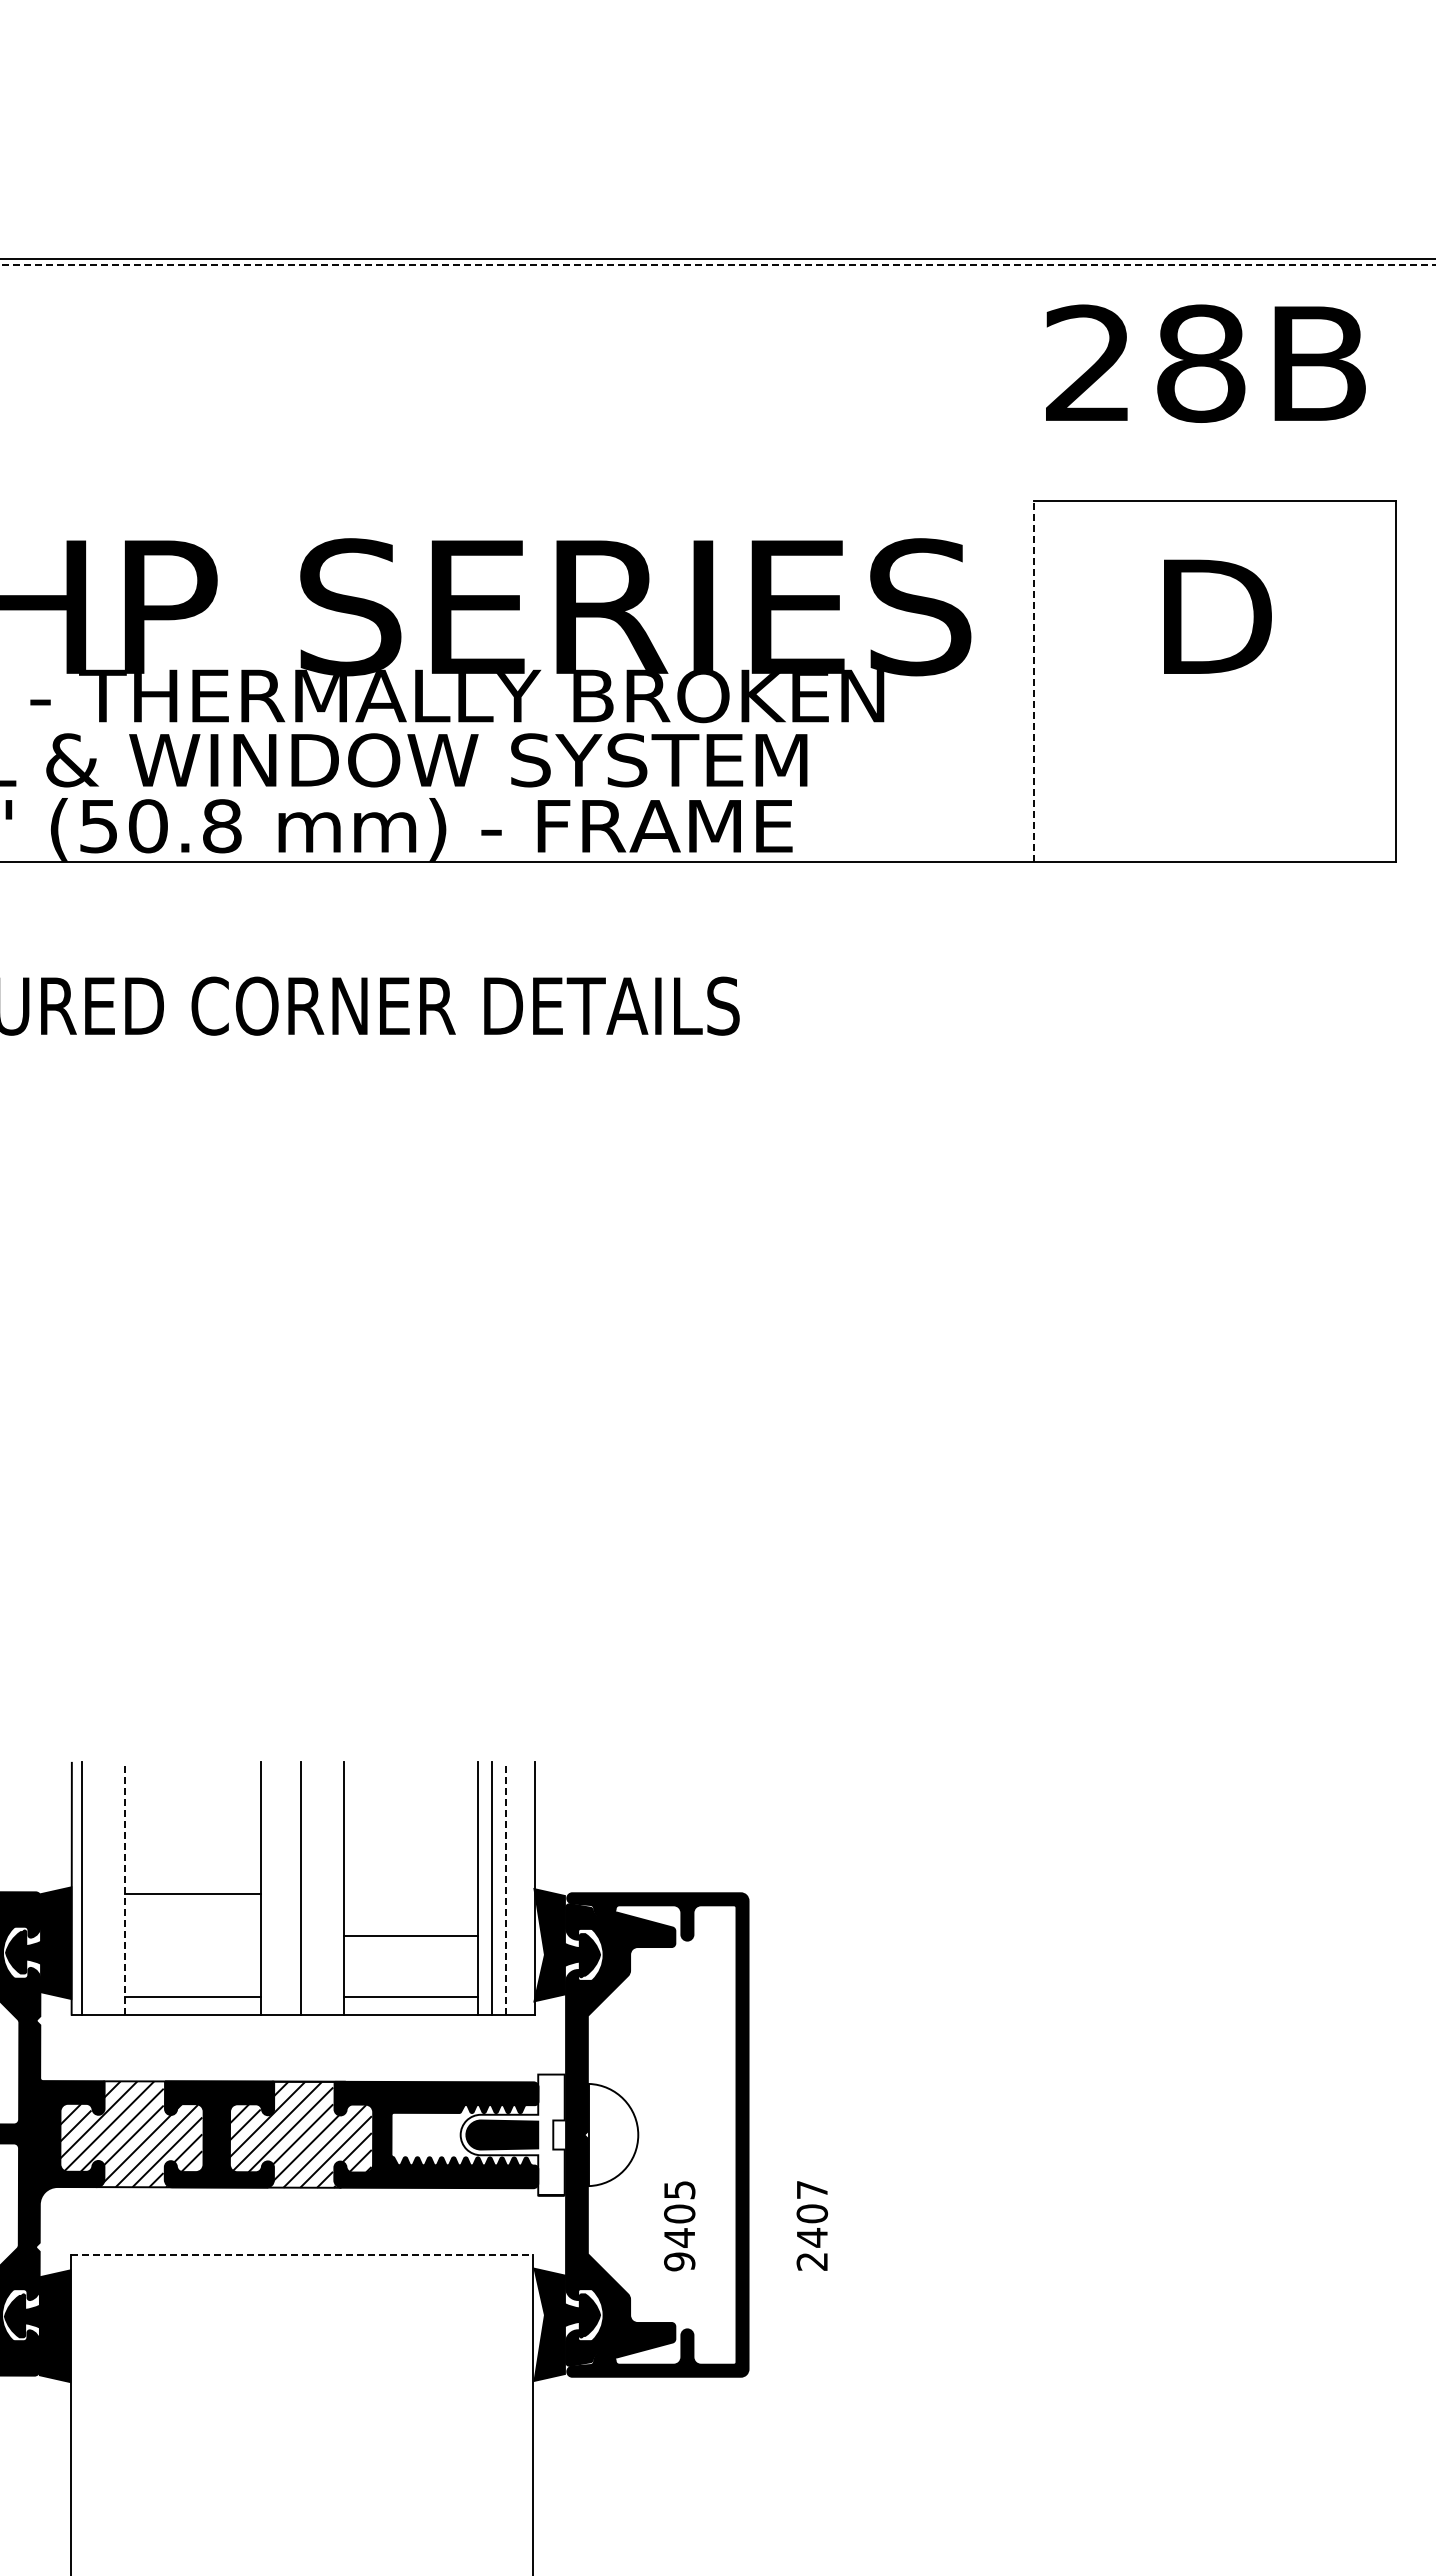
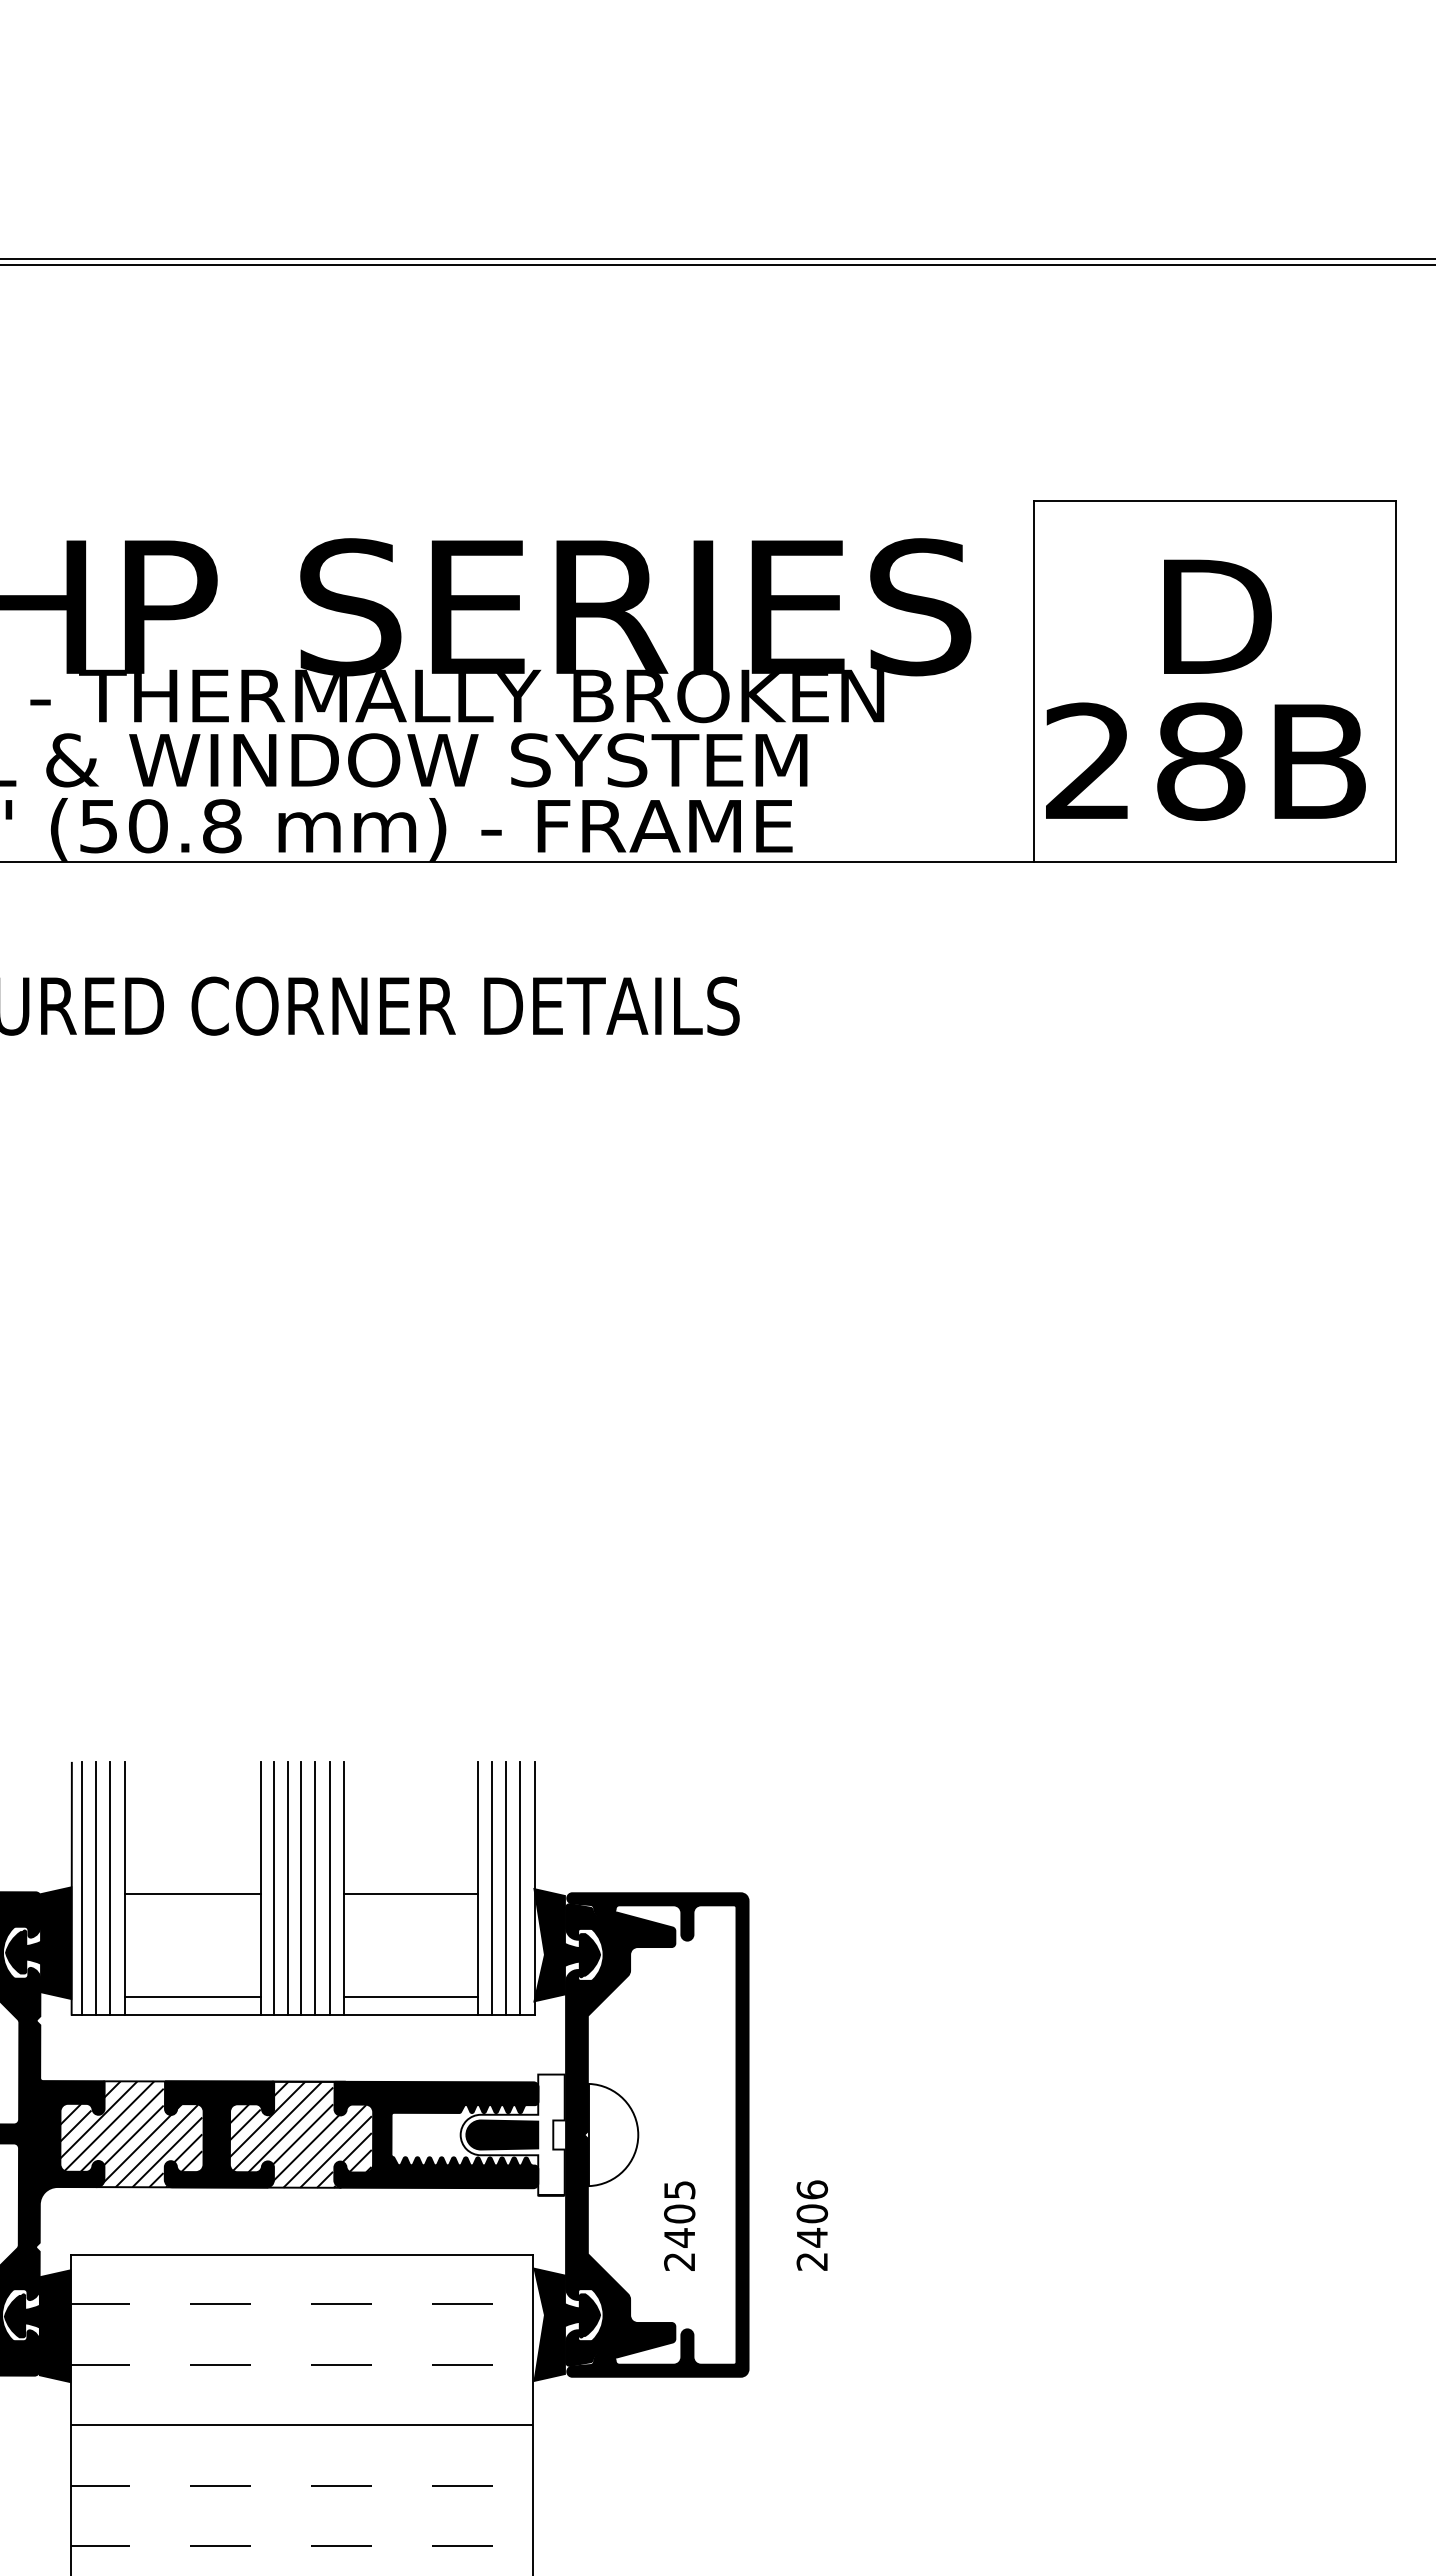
line at (717, 264): dashed -> solid
text at (1205, 363) position: (1205, 363) -> (1205, 761)
line at (1034, 681): dashed -> solid
line at (96, 1887): none -> present
line at (110, 1887): none -> present
line at (273, 1887): none -> present
line at (287, 1887): none -> present
line at (315, 1887): none -> present
line at (329, 1887): none -> present
line at (520, 1887): none -> present
line at (124, 1888): dashed -> solid
line at (506, 1888): dashed -> solid
line at (410, 1936) position: (410, 1936) -> (410, 1894)
text at (812, 2189): 2407 -> 2406
line at (302, 2254): dashed -> solid
text at (679, 2261): 9405 -> 2405
hatch at (301, 2425): none -> present
